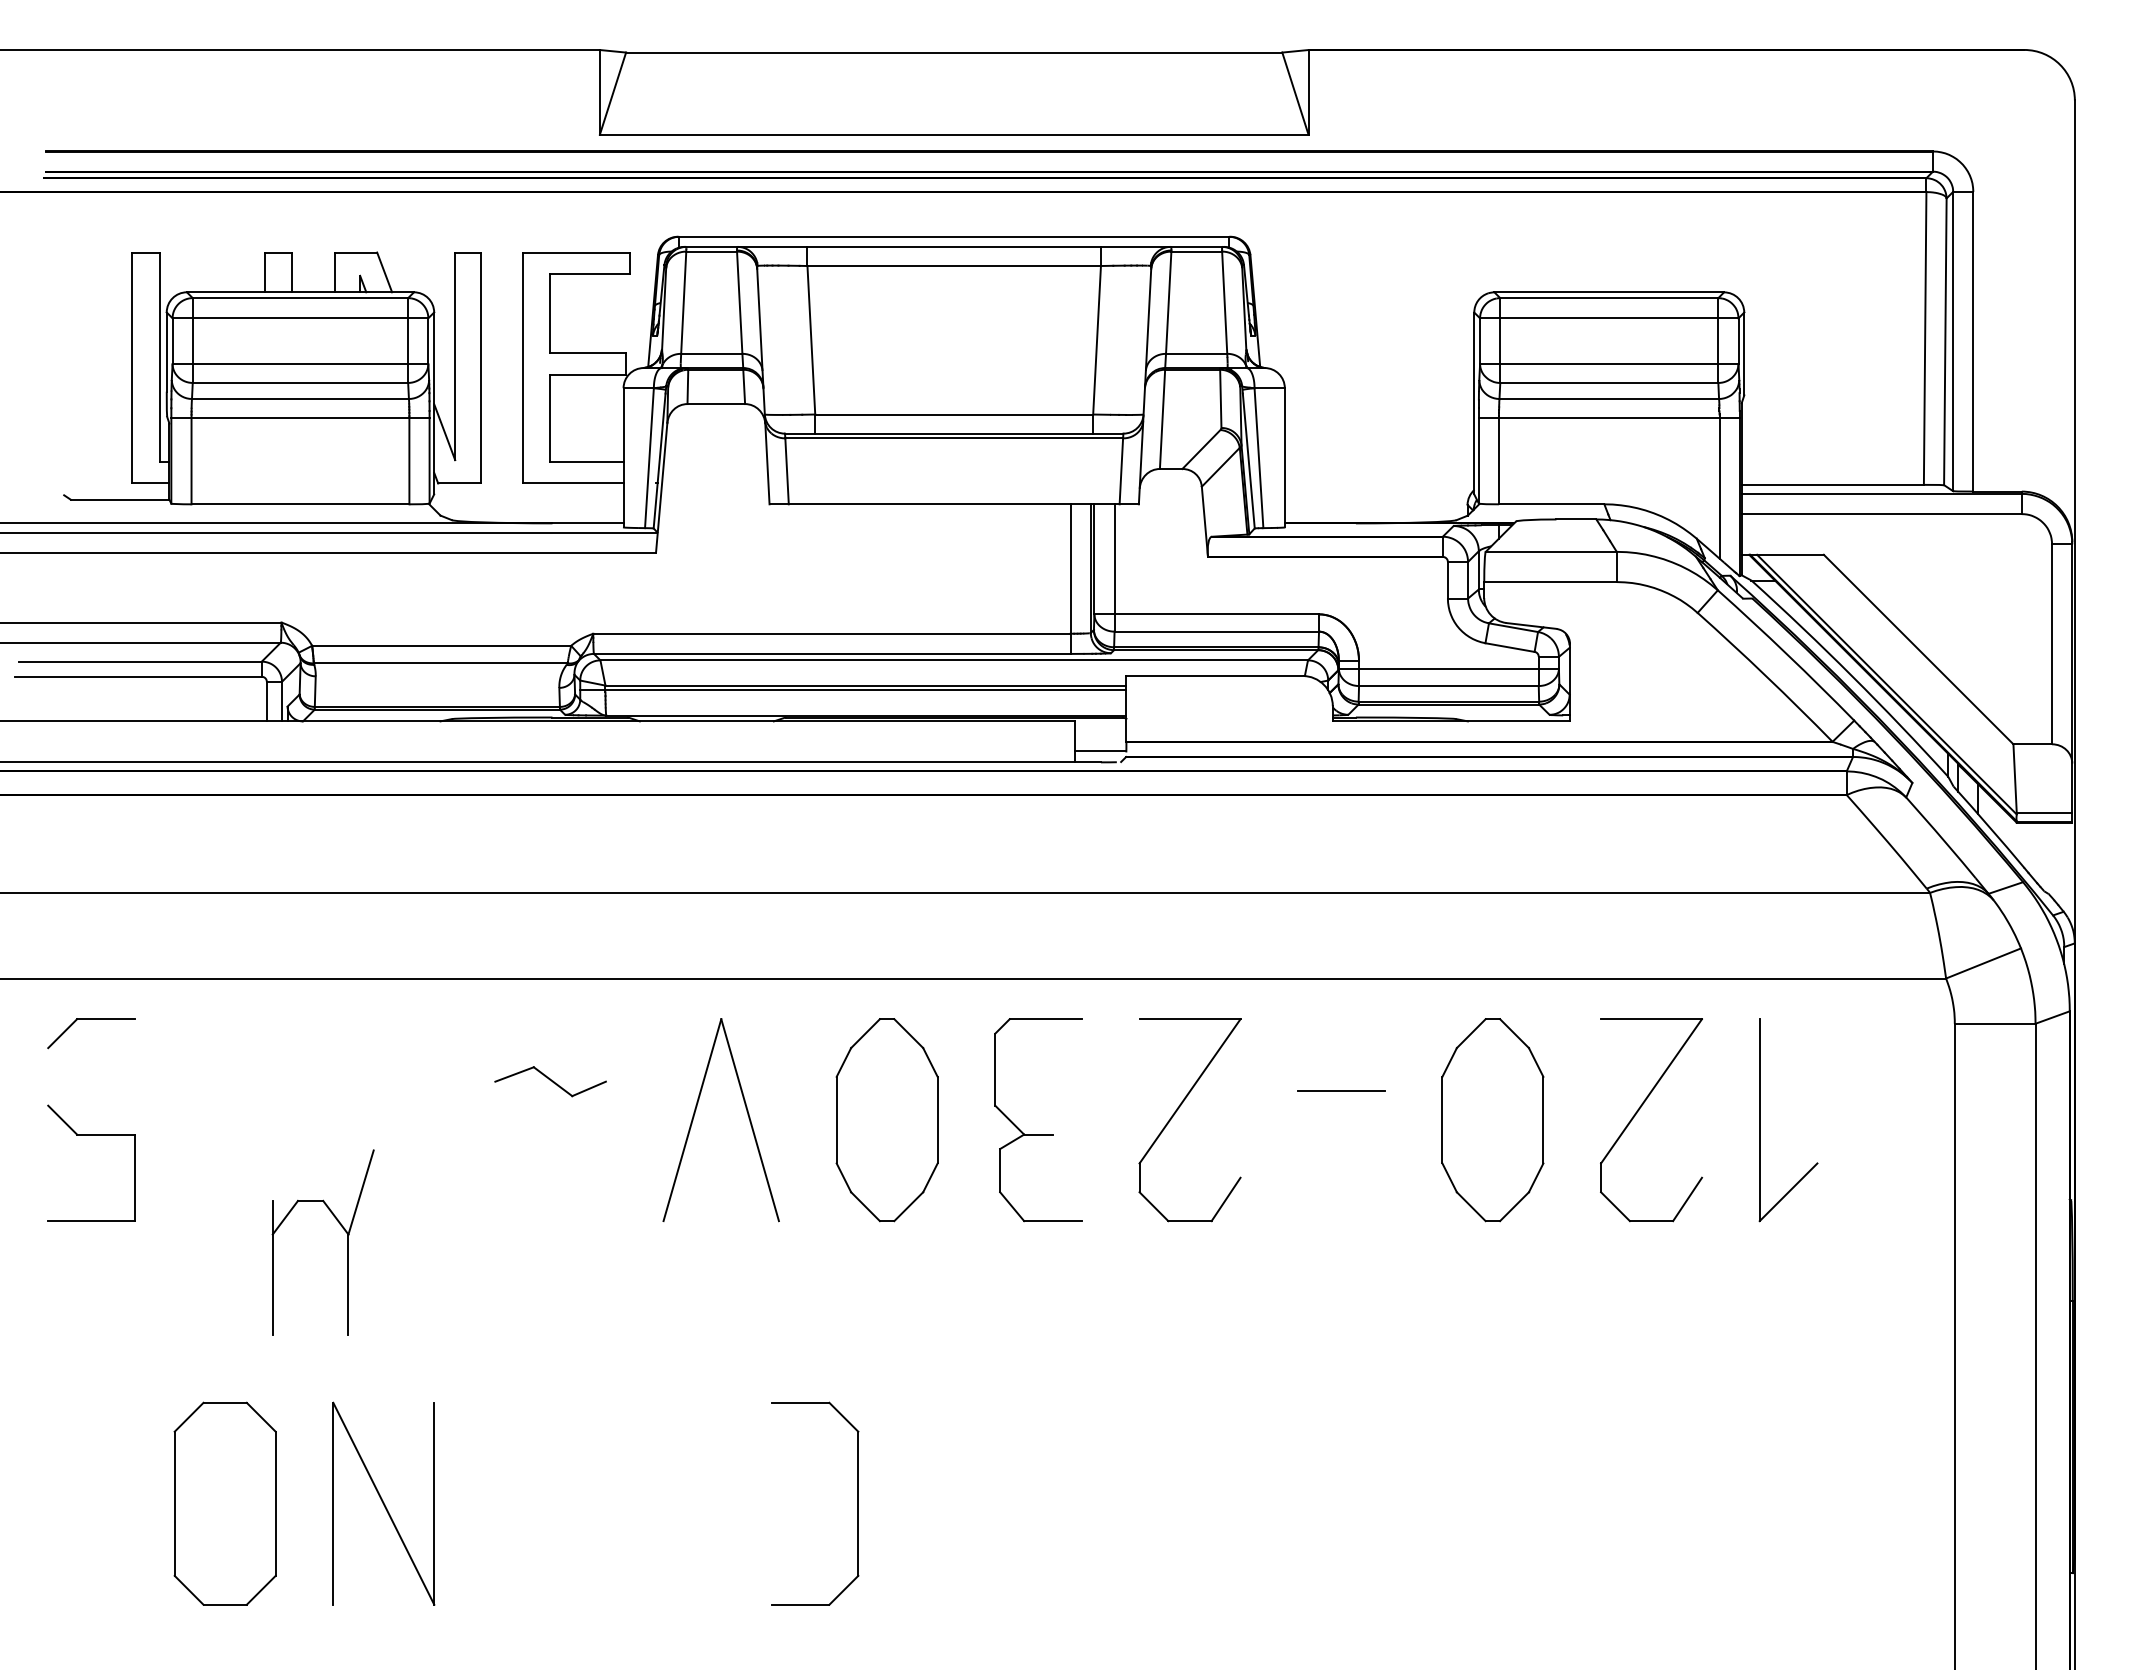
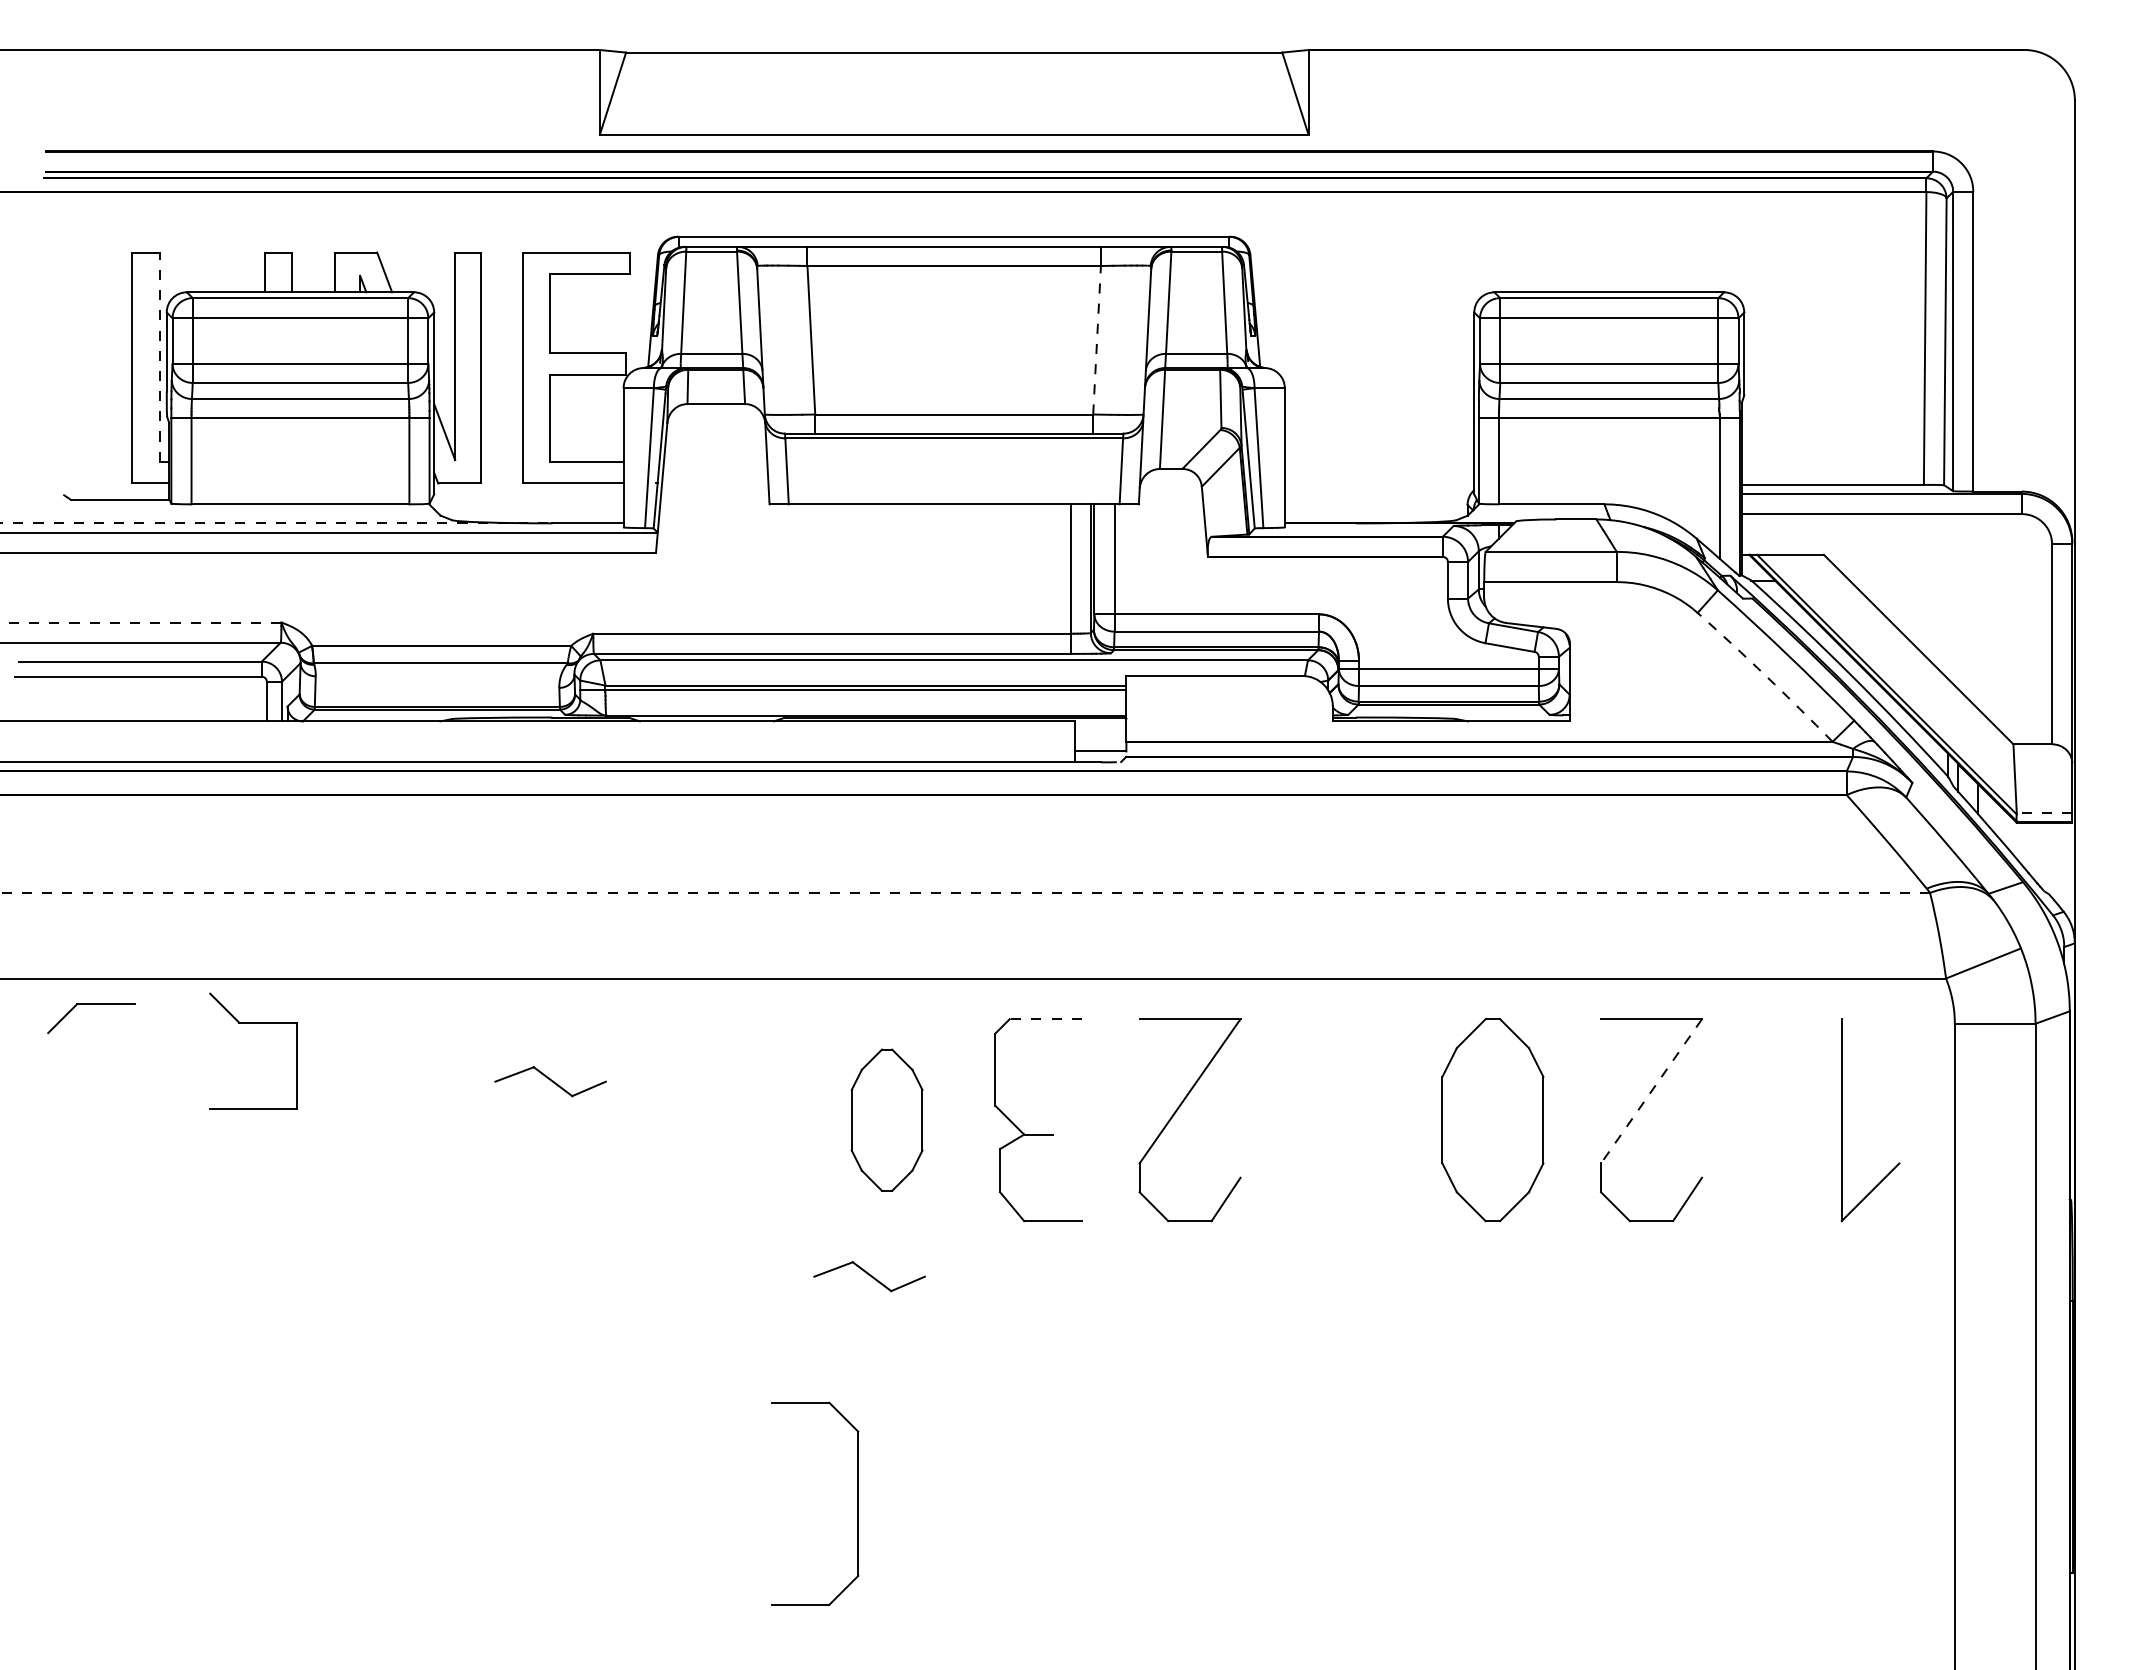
line at (1097, 339): solid -> dashed
line at (159, 357): solid -> dashed
line at (276, 523): solid -> dashed
line at (140, 622): solid -> dashed
arc at (1766, 676): solid -> dashed
line at (2044, 813): solid -> dashed
line at (965, 892): solid -> dashed
part at (91, 1019) position: (91, 1019) -> (91, 1004)
line at (1045, 1019): solid -> dashed
line at (1341, 1091): present -> none
line at (1651, 1091): solid -> dashed
part at (695, 1113): present -> none
part at (886, 1120) size: 104x205 px -> 74x144 px
part at (1760, 1120) position: (1760, 1120) -> (1842, 1120)
part at (91, 1135) position: (91, 1135) -> (253, 1023)
part at (342, 1228): present -> none
part at (869, 1276): none -> present
part at (224, 1503): present -> none
part at (383, 1503): present -> none
